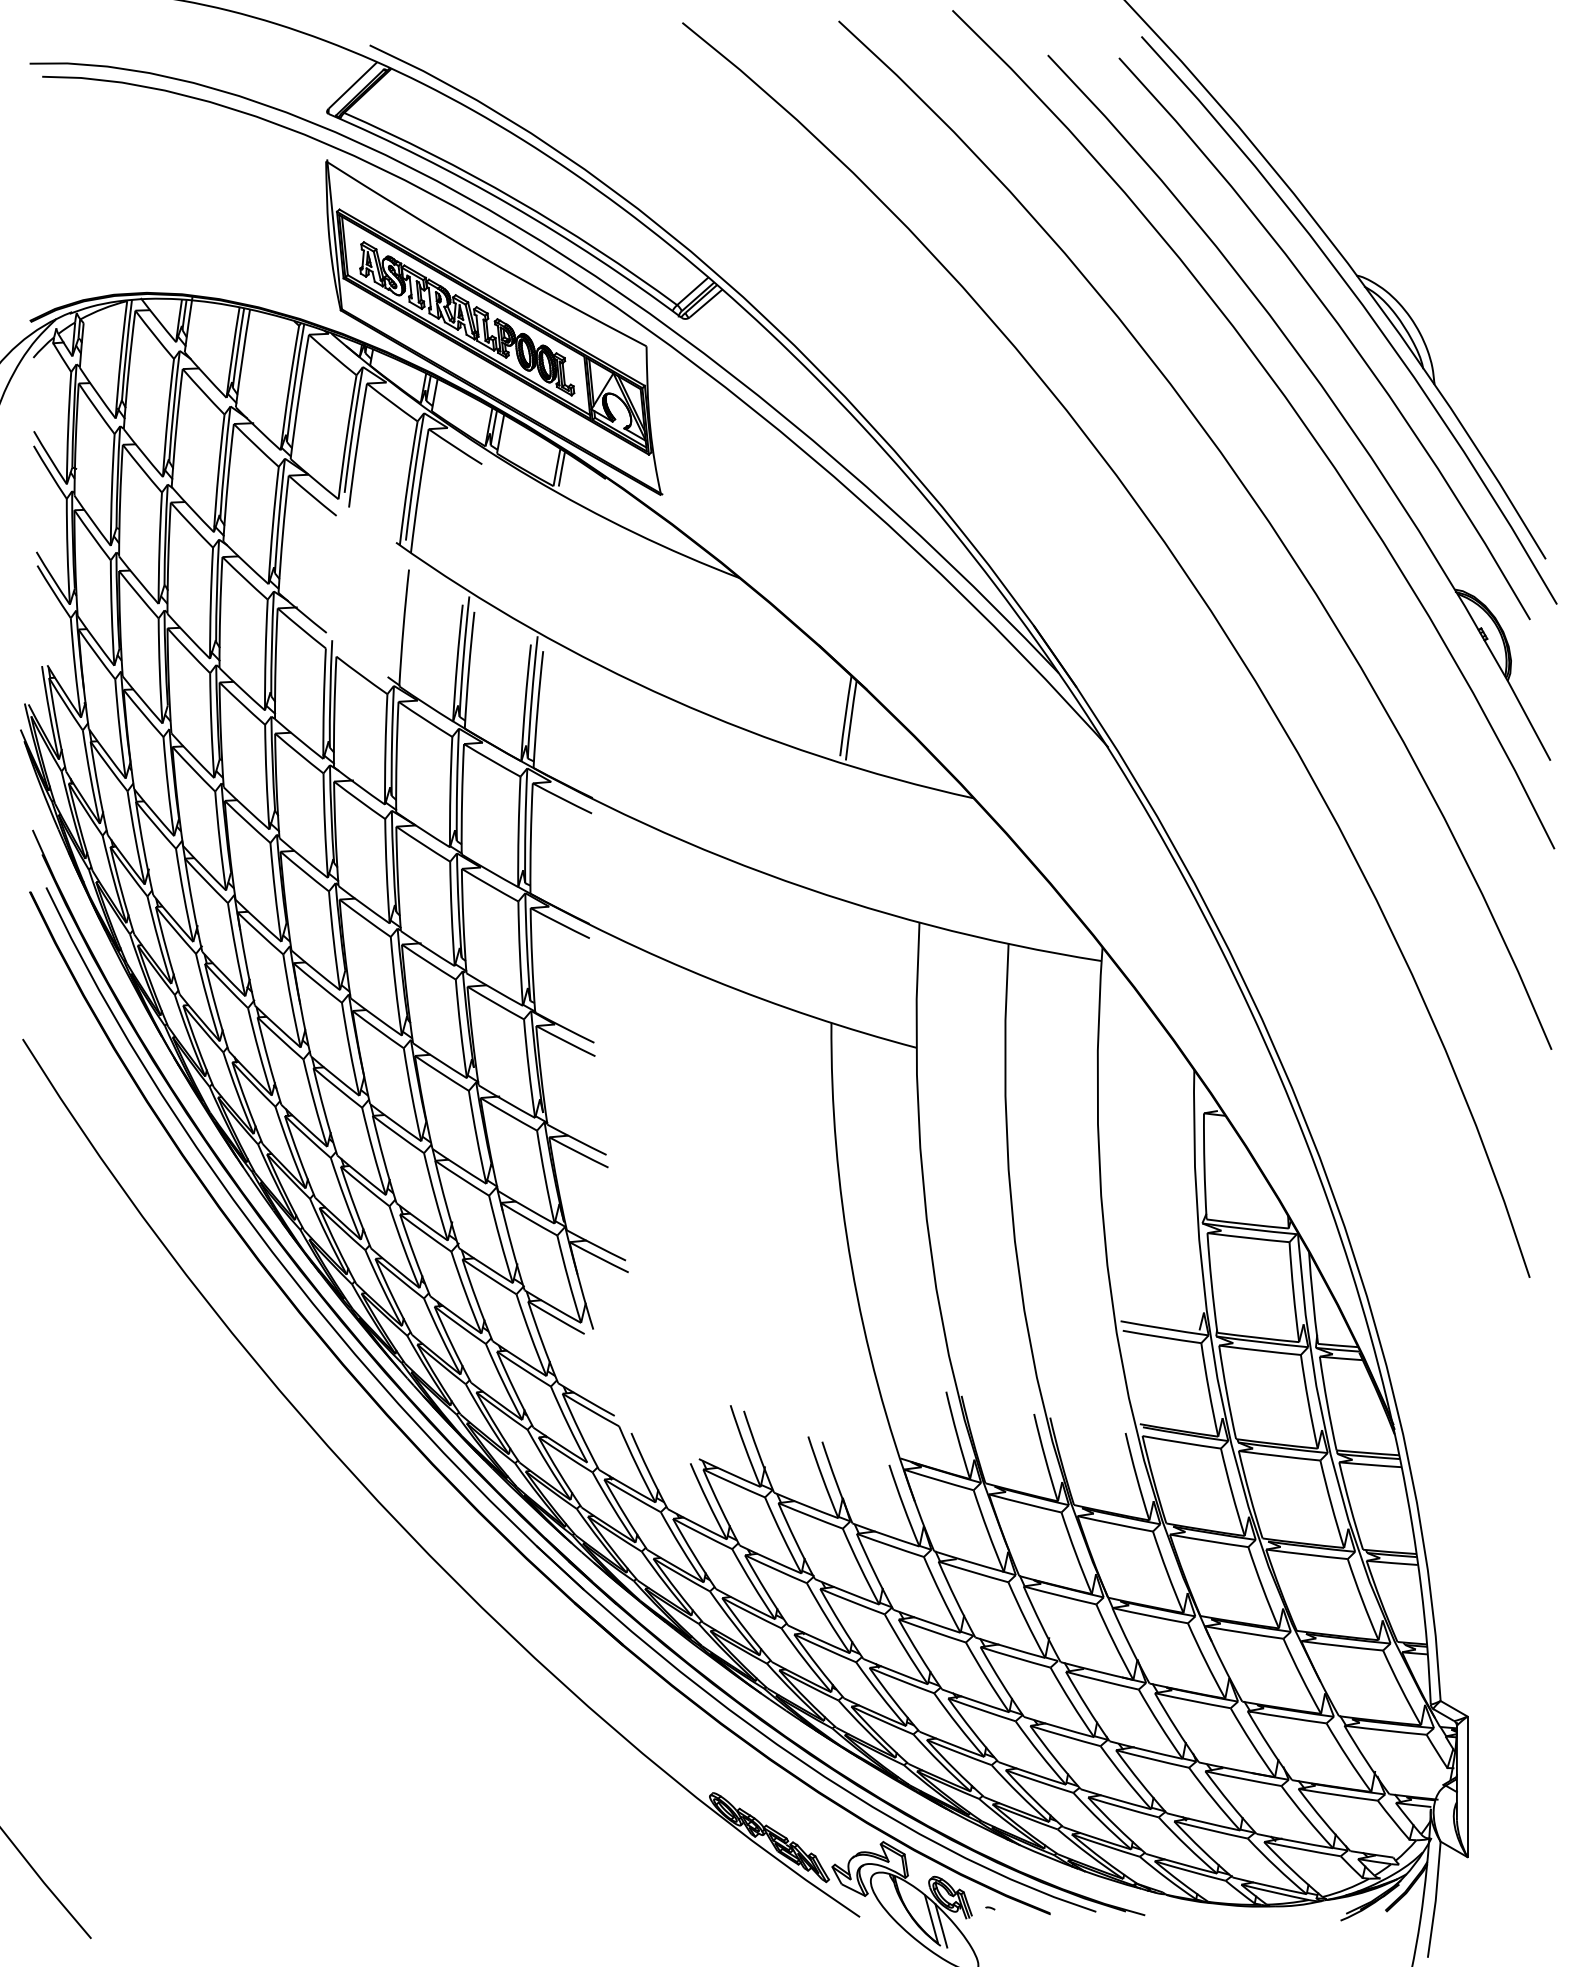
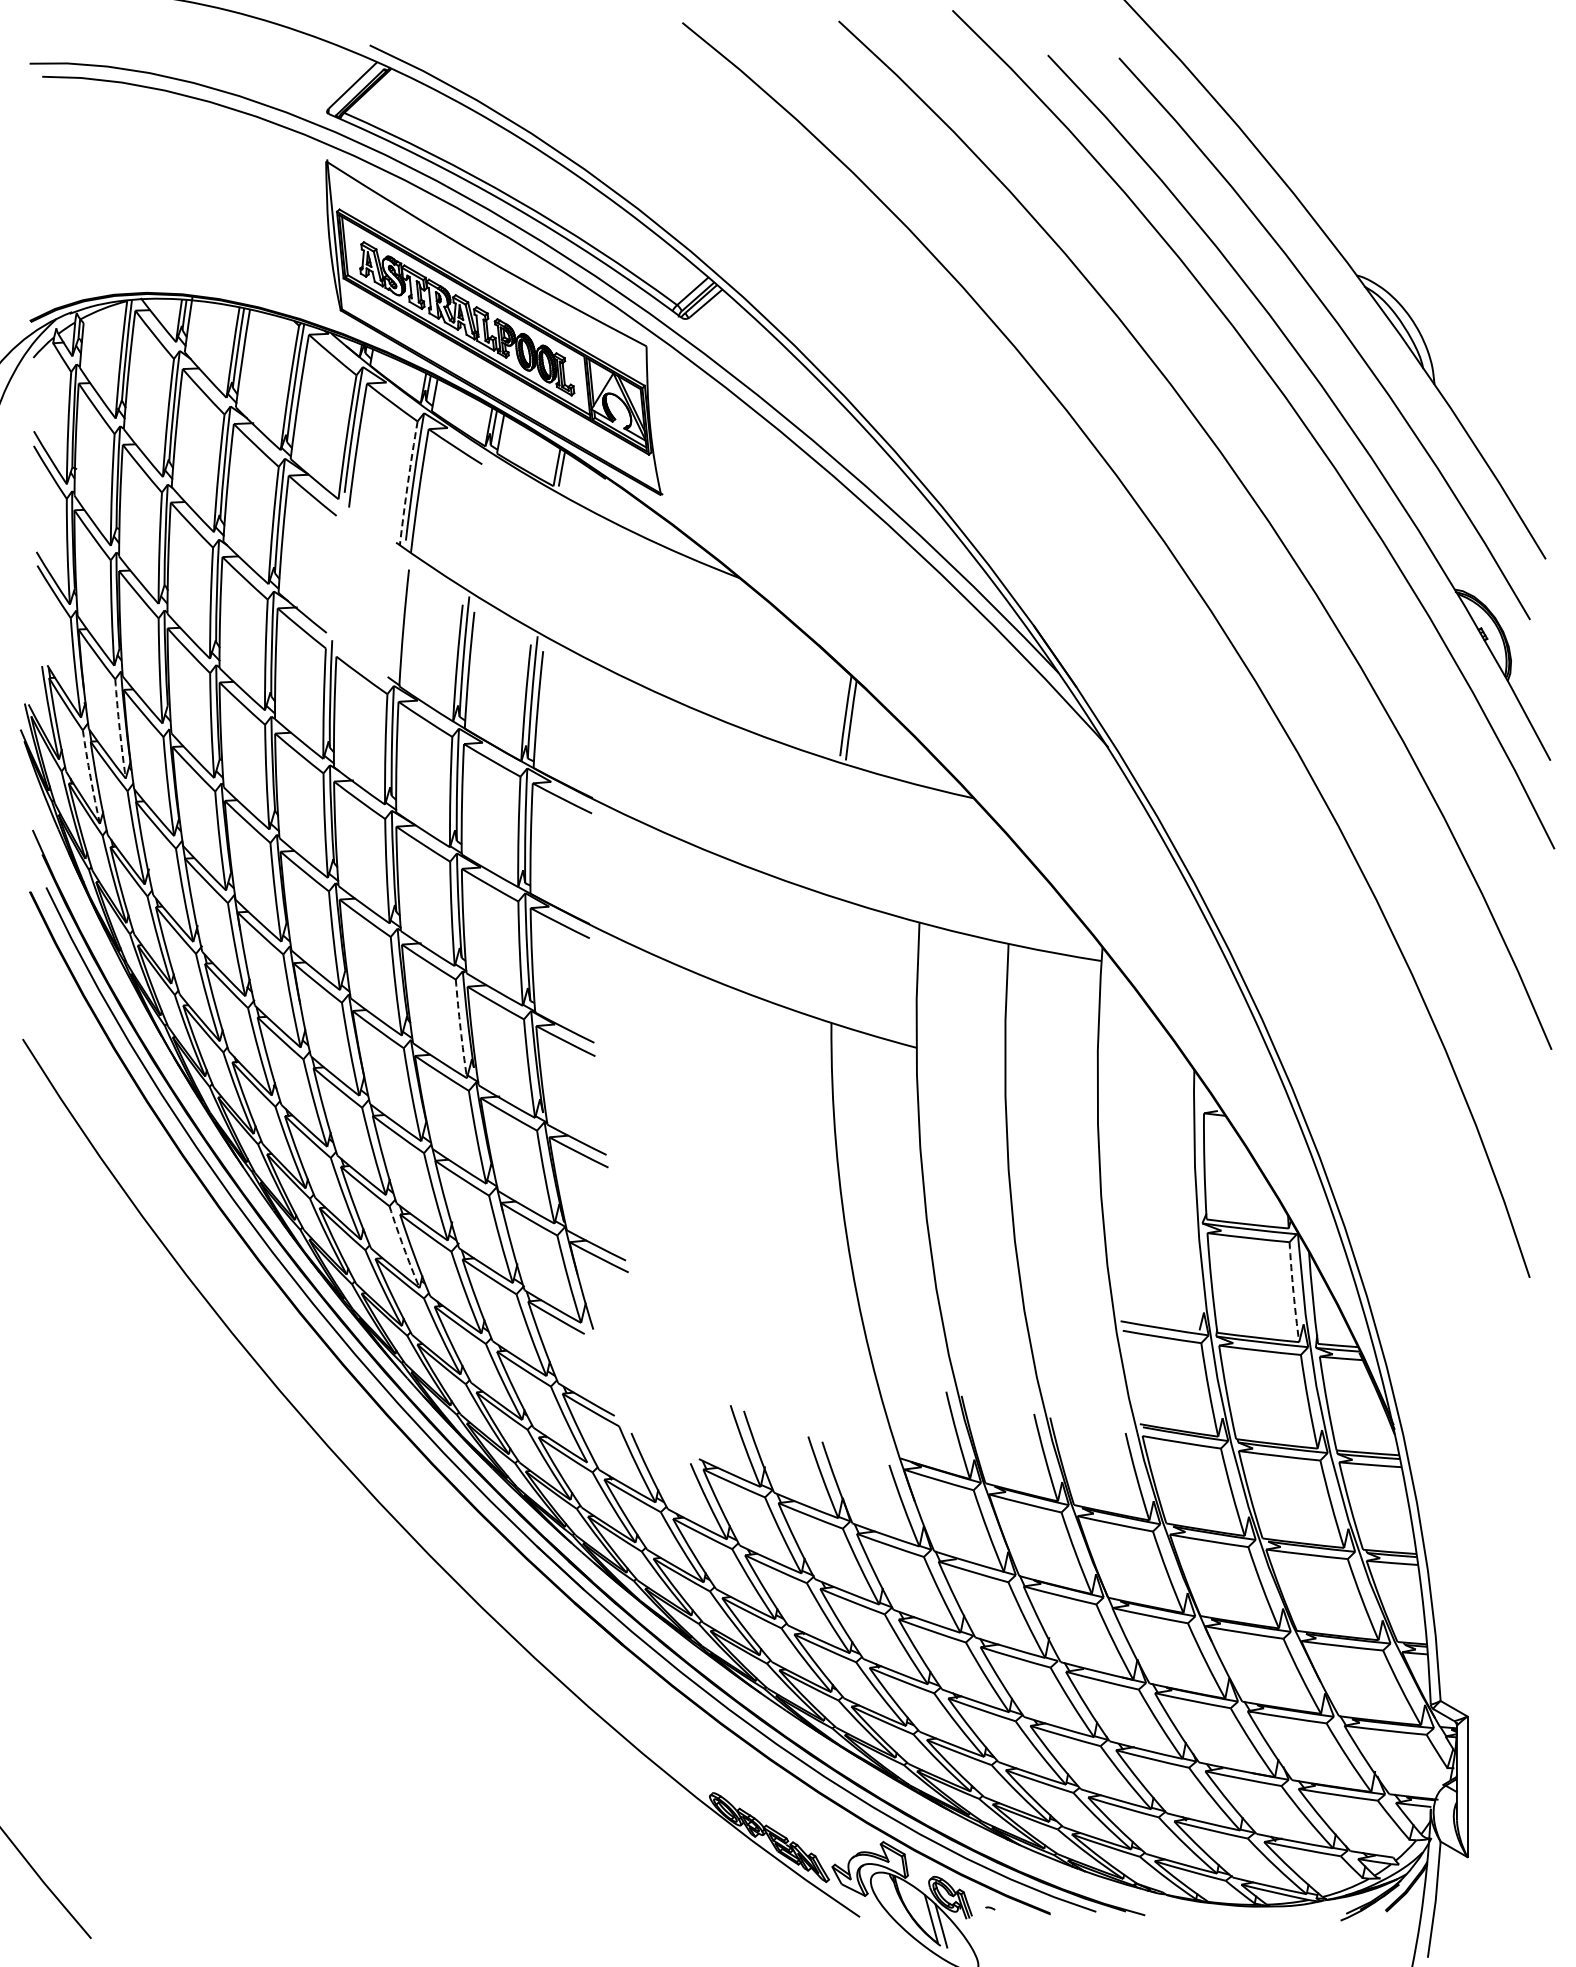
curve at (1364, 309): present -> none
arc at (407, 483): solid -> dashed
arc at (119, 729): solid -> dashed
arc at (90, 777): solid -> dashed
arc at (460, 1028): solid -> dashed
arc at (403, 1247): solid -> dashed
arc at (1293, 1292): solid -> dashed
